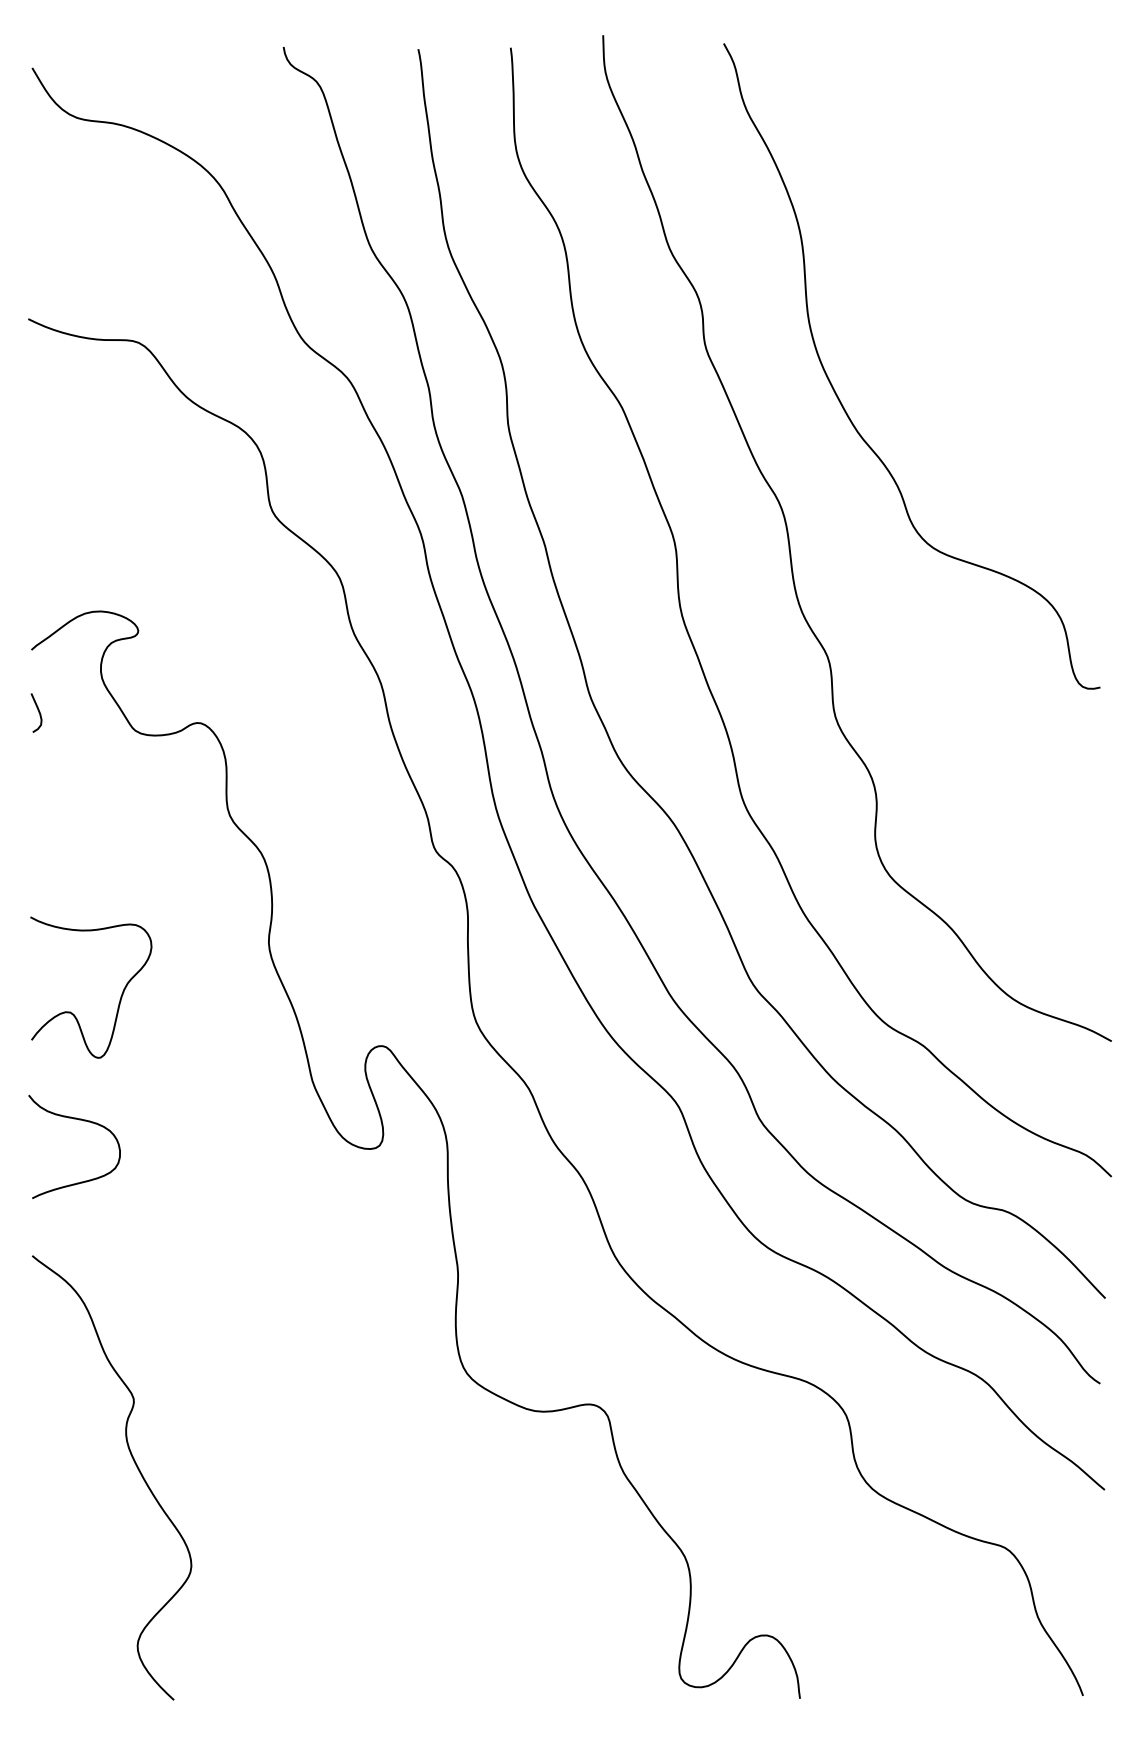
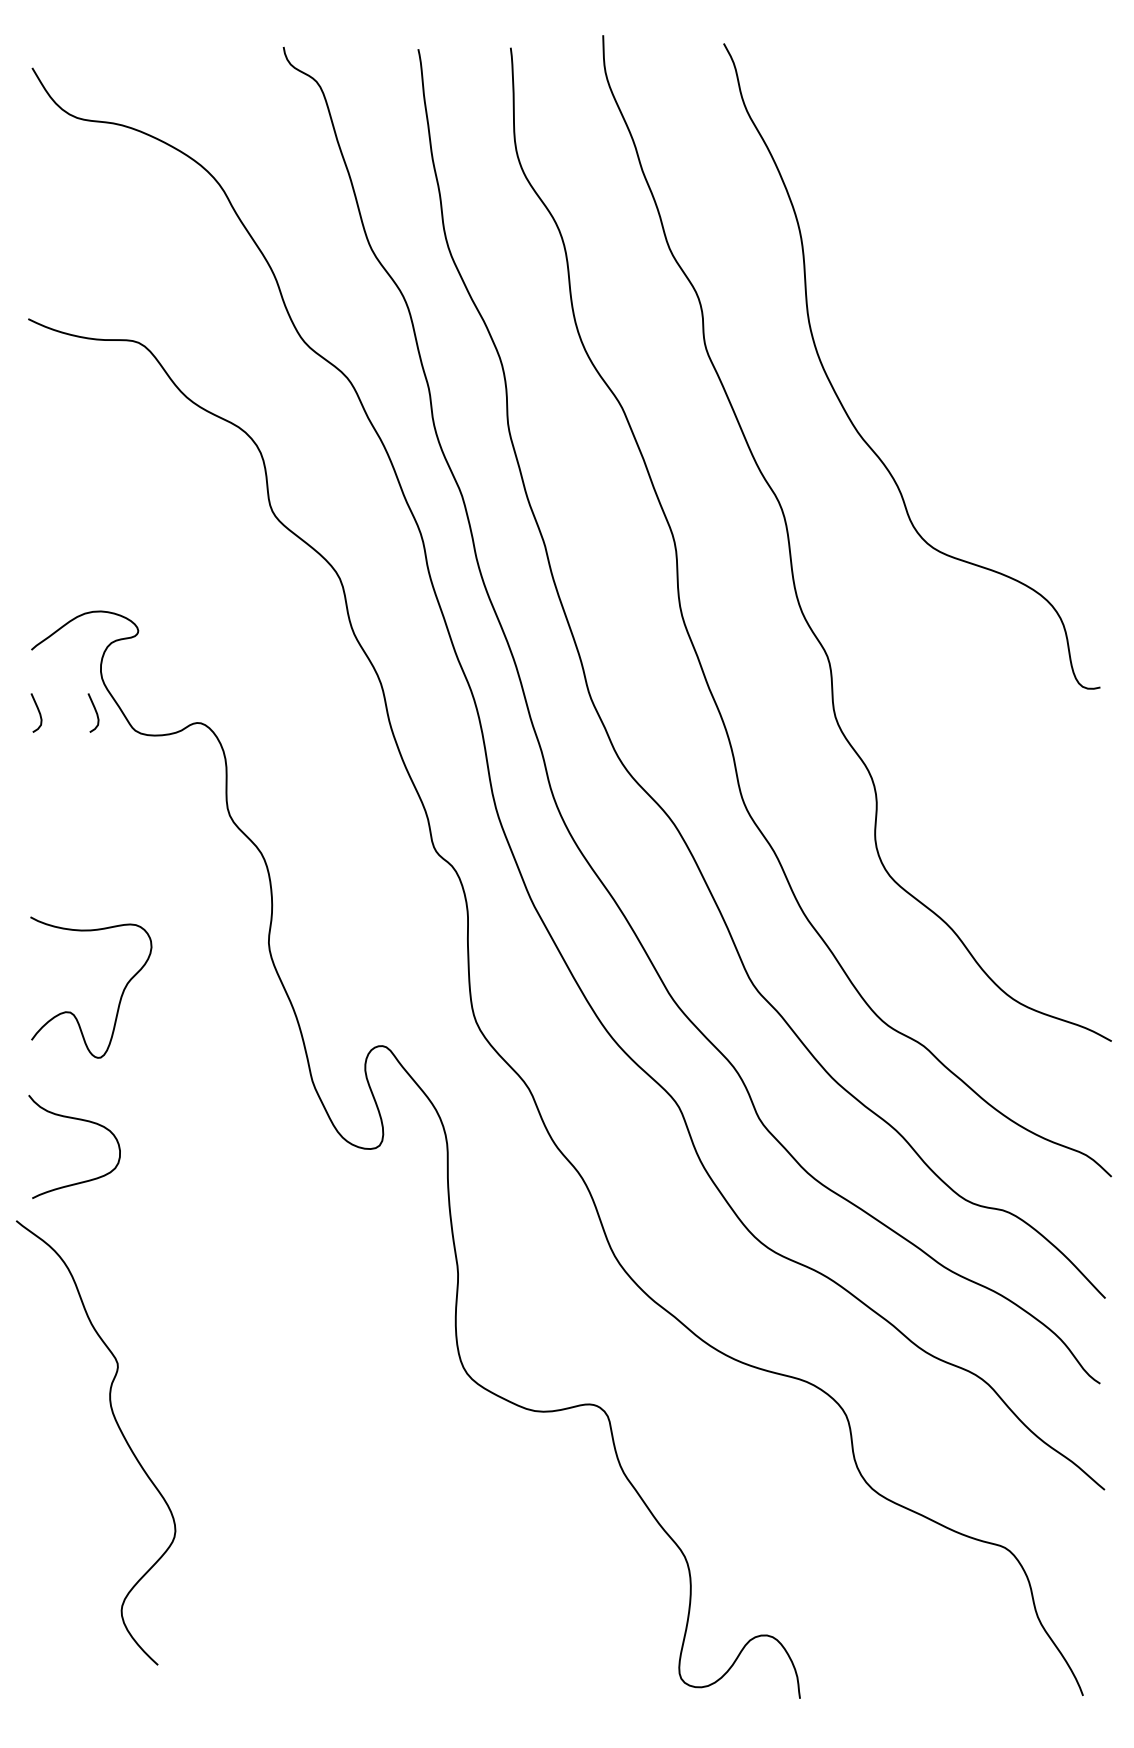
curve at (95, 712): none -> present
curve at (135, 1465) position: (135, 1465) -> (119, 1430)
